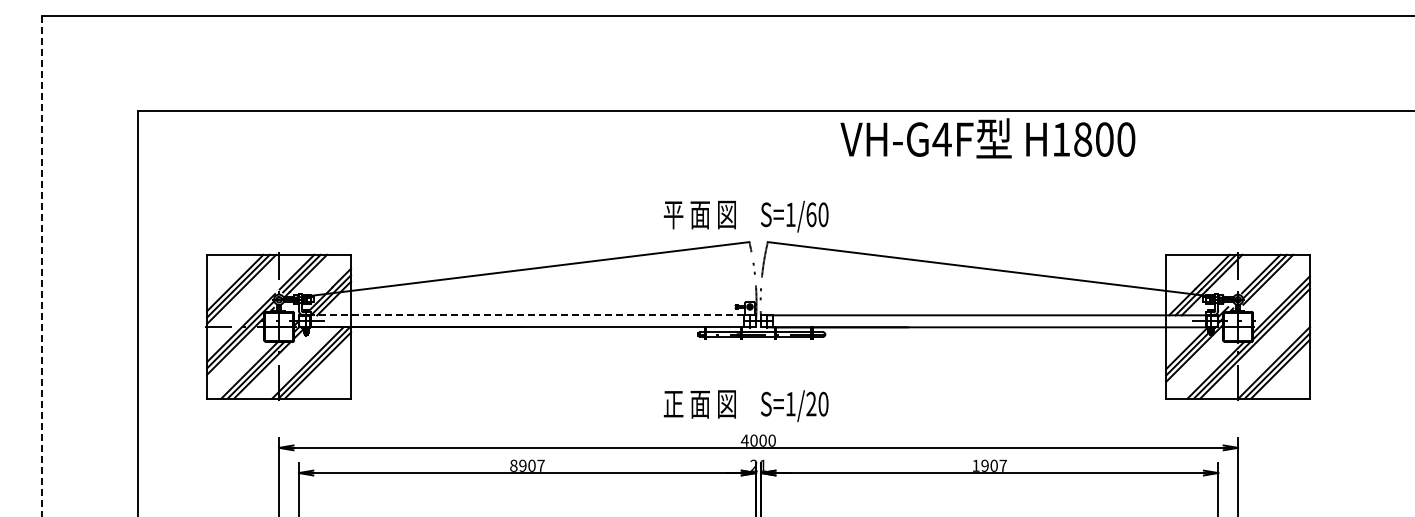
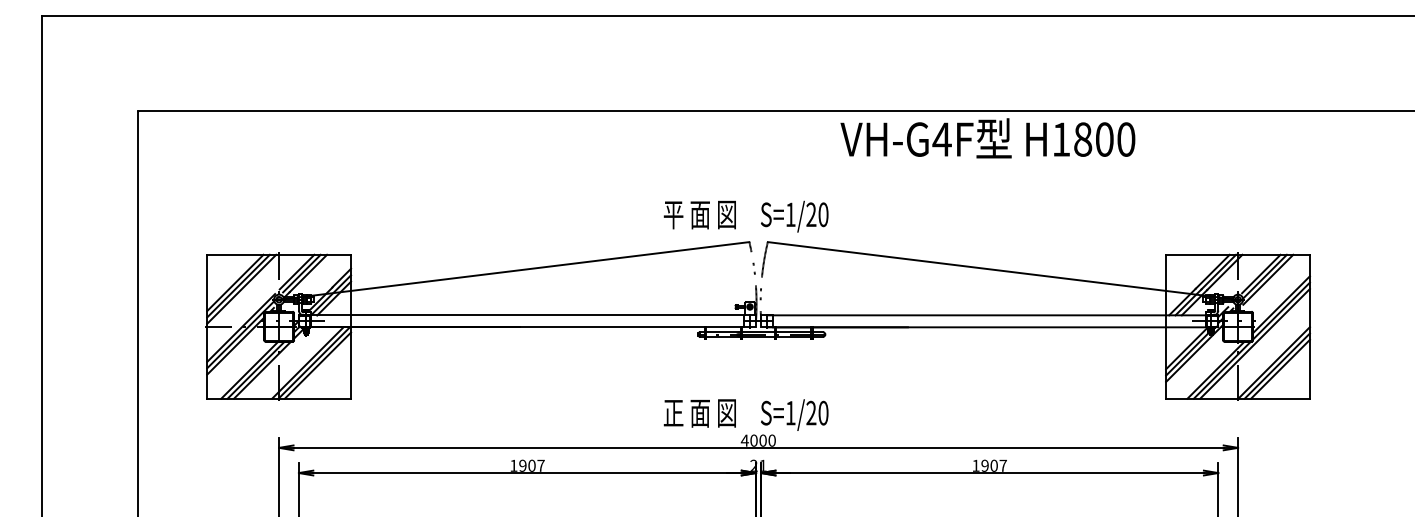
text at (811, 214): S=1/60 -> S=1/20
line at (42, 266): dashed -> solid
line at (527, 315): dashed -> solid
text at (745, 405) position: (745, 405) -> (745, 414)
text at (513, 465): 8907 -> 1907
